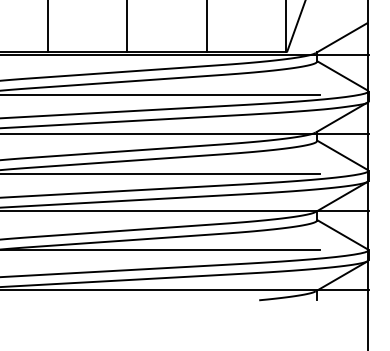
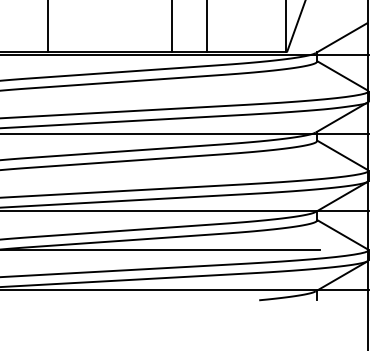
line at (127, 26) position: (127, 26) -> (172, 26)
line at (160, 94): present -> none
line at (160, 174): present -> none
